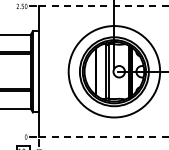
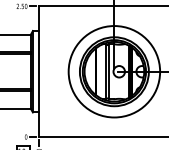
line at (104, 6): dashed -> solid
line at (104, 137): dashed -> solid
